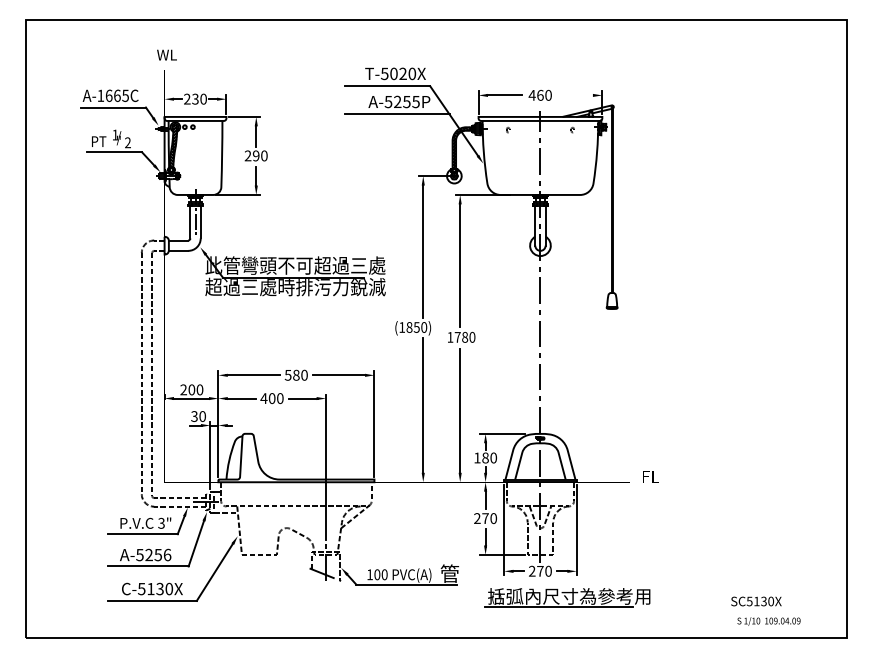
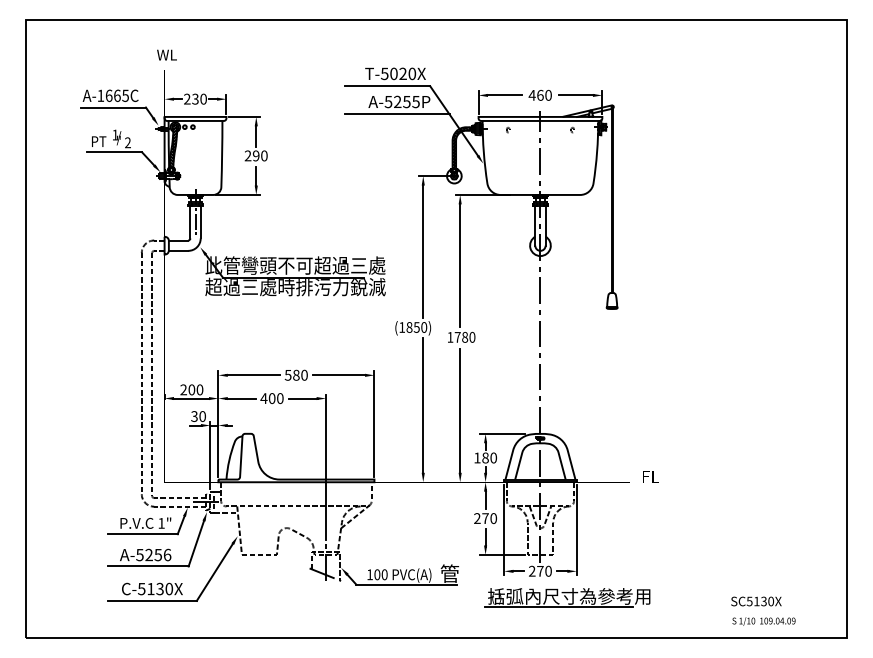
line at (576, 95): none -> present
text at (161, 522): 3" -> 1"
text at (768, 621) position: (768, 621) -> (763, 621)
